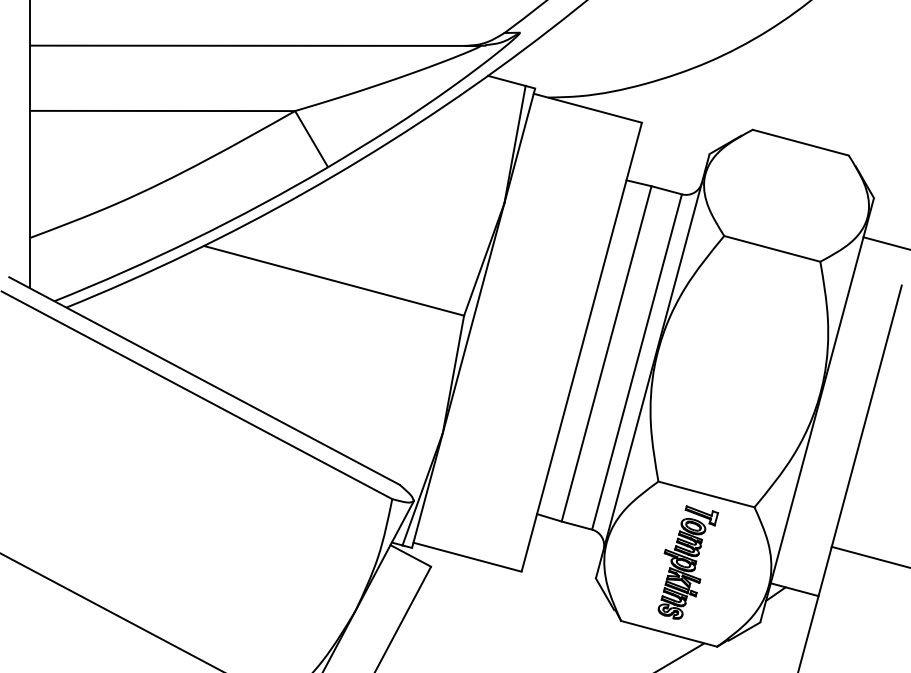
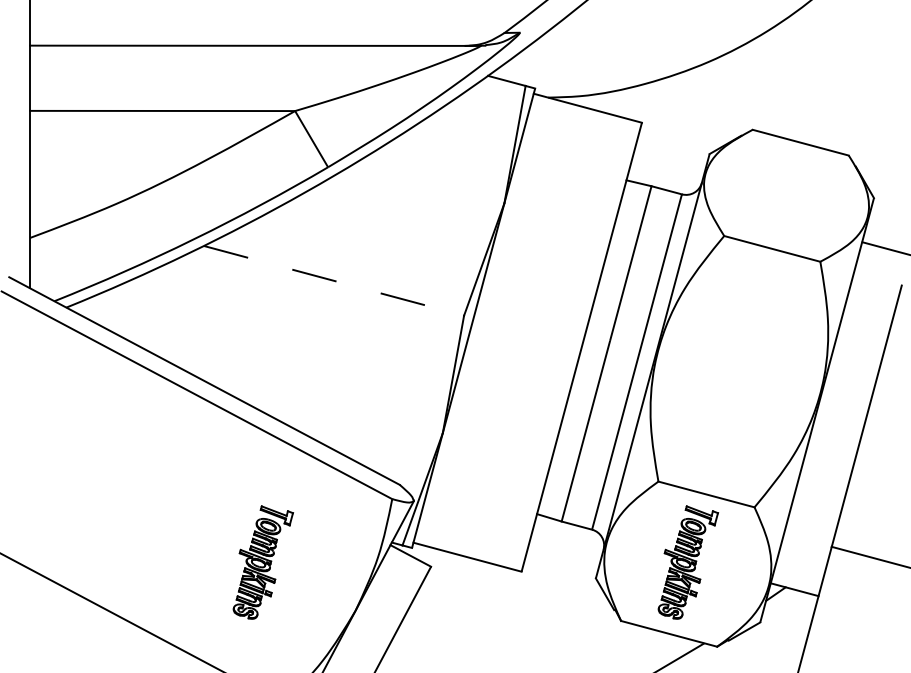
line at (885, 243) position: (885, 243) -> (884, 248)
line at (334, 280): solid -> dashed
part at (263, 562): none -> present
